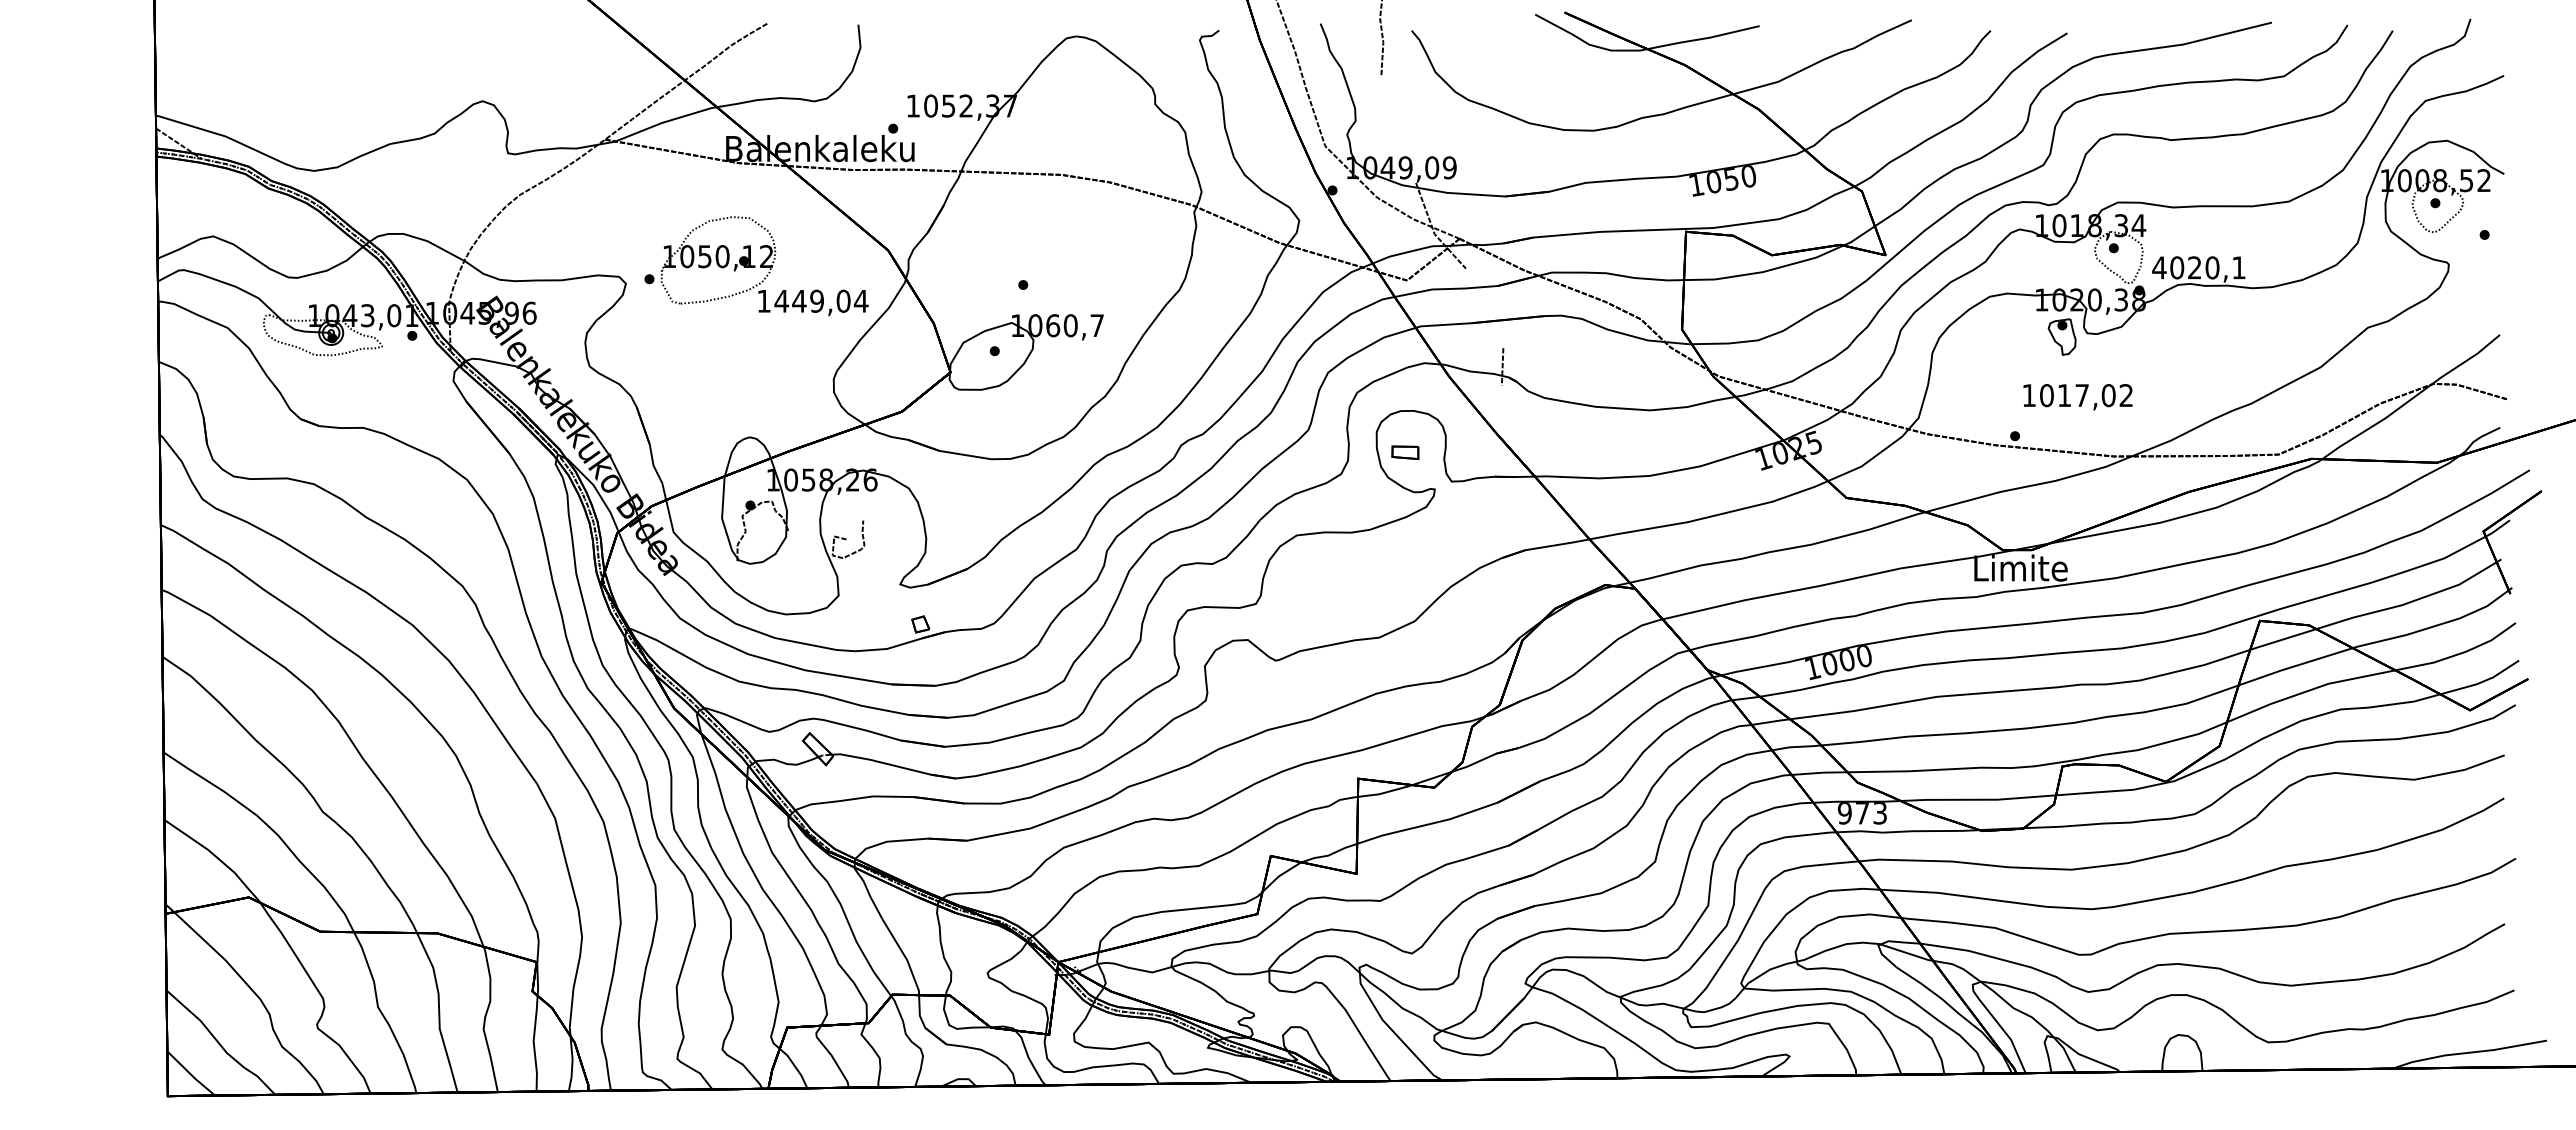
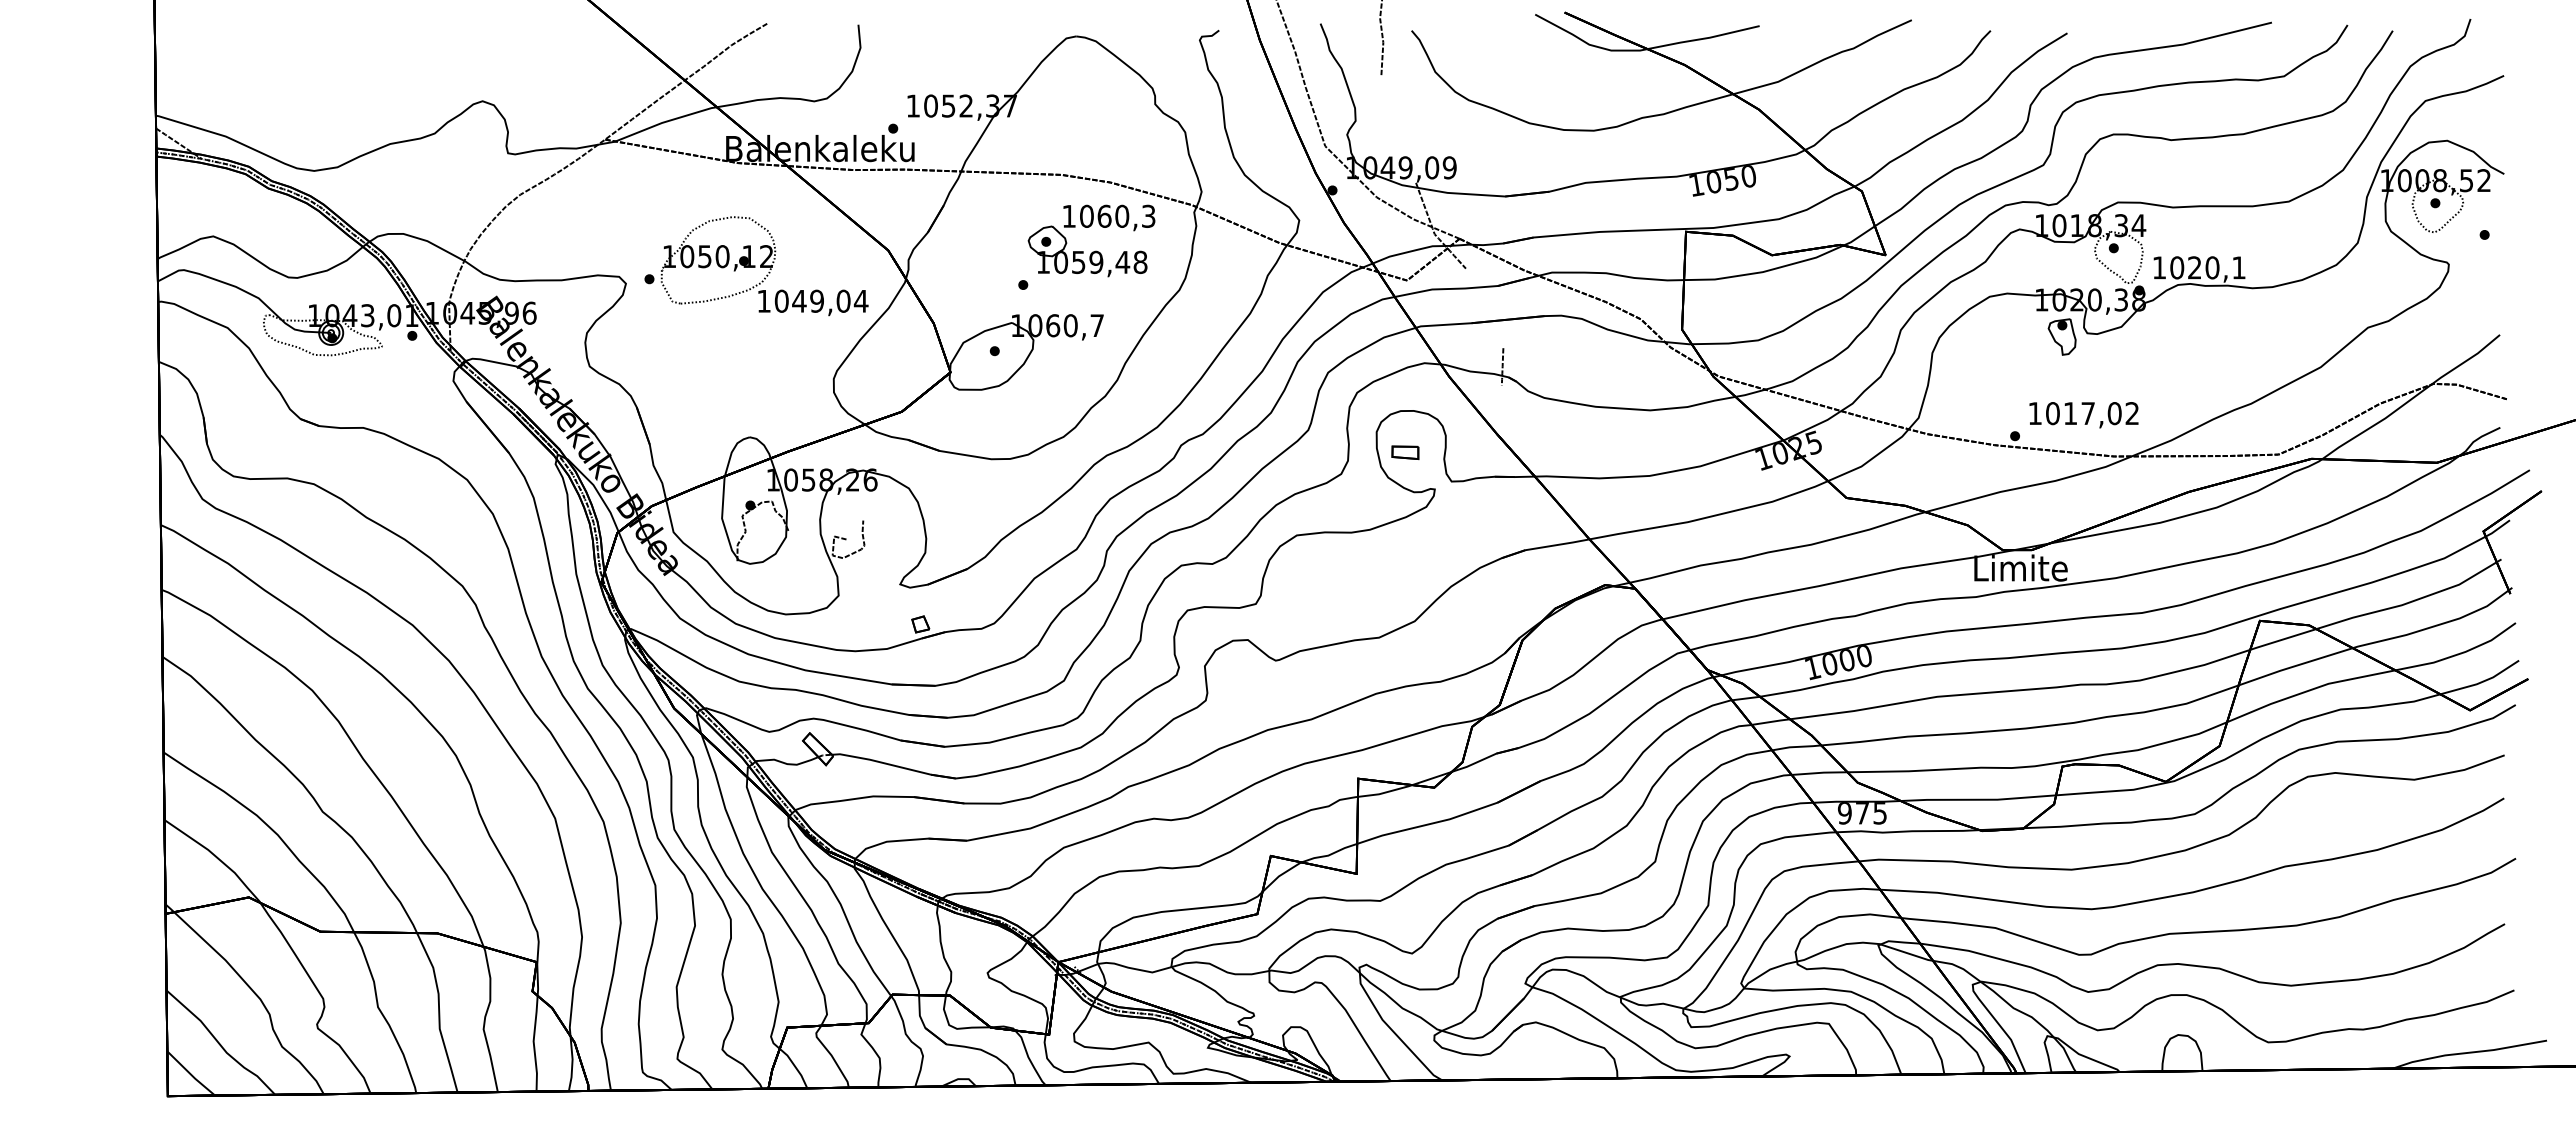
part at (1095, 250): none -> present
text at (2159, 267): 4020,1 -> 1020,1
text at (781, 300): 1449,04 -> 1049,04
text at (2077, 397) position: (2077, 397) -> (2083, 415)
text at (1880, 812): 973 -> 975
